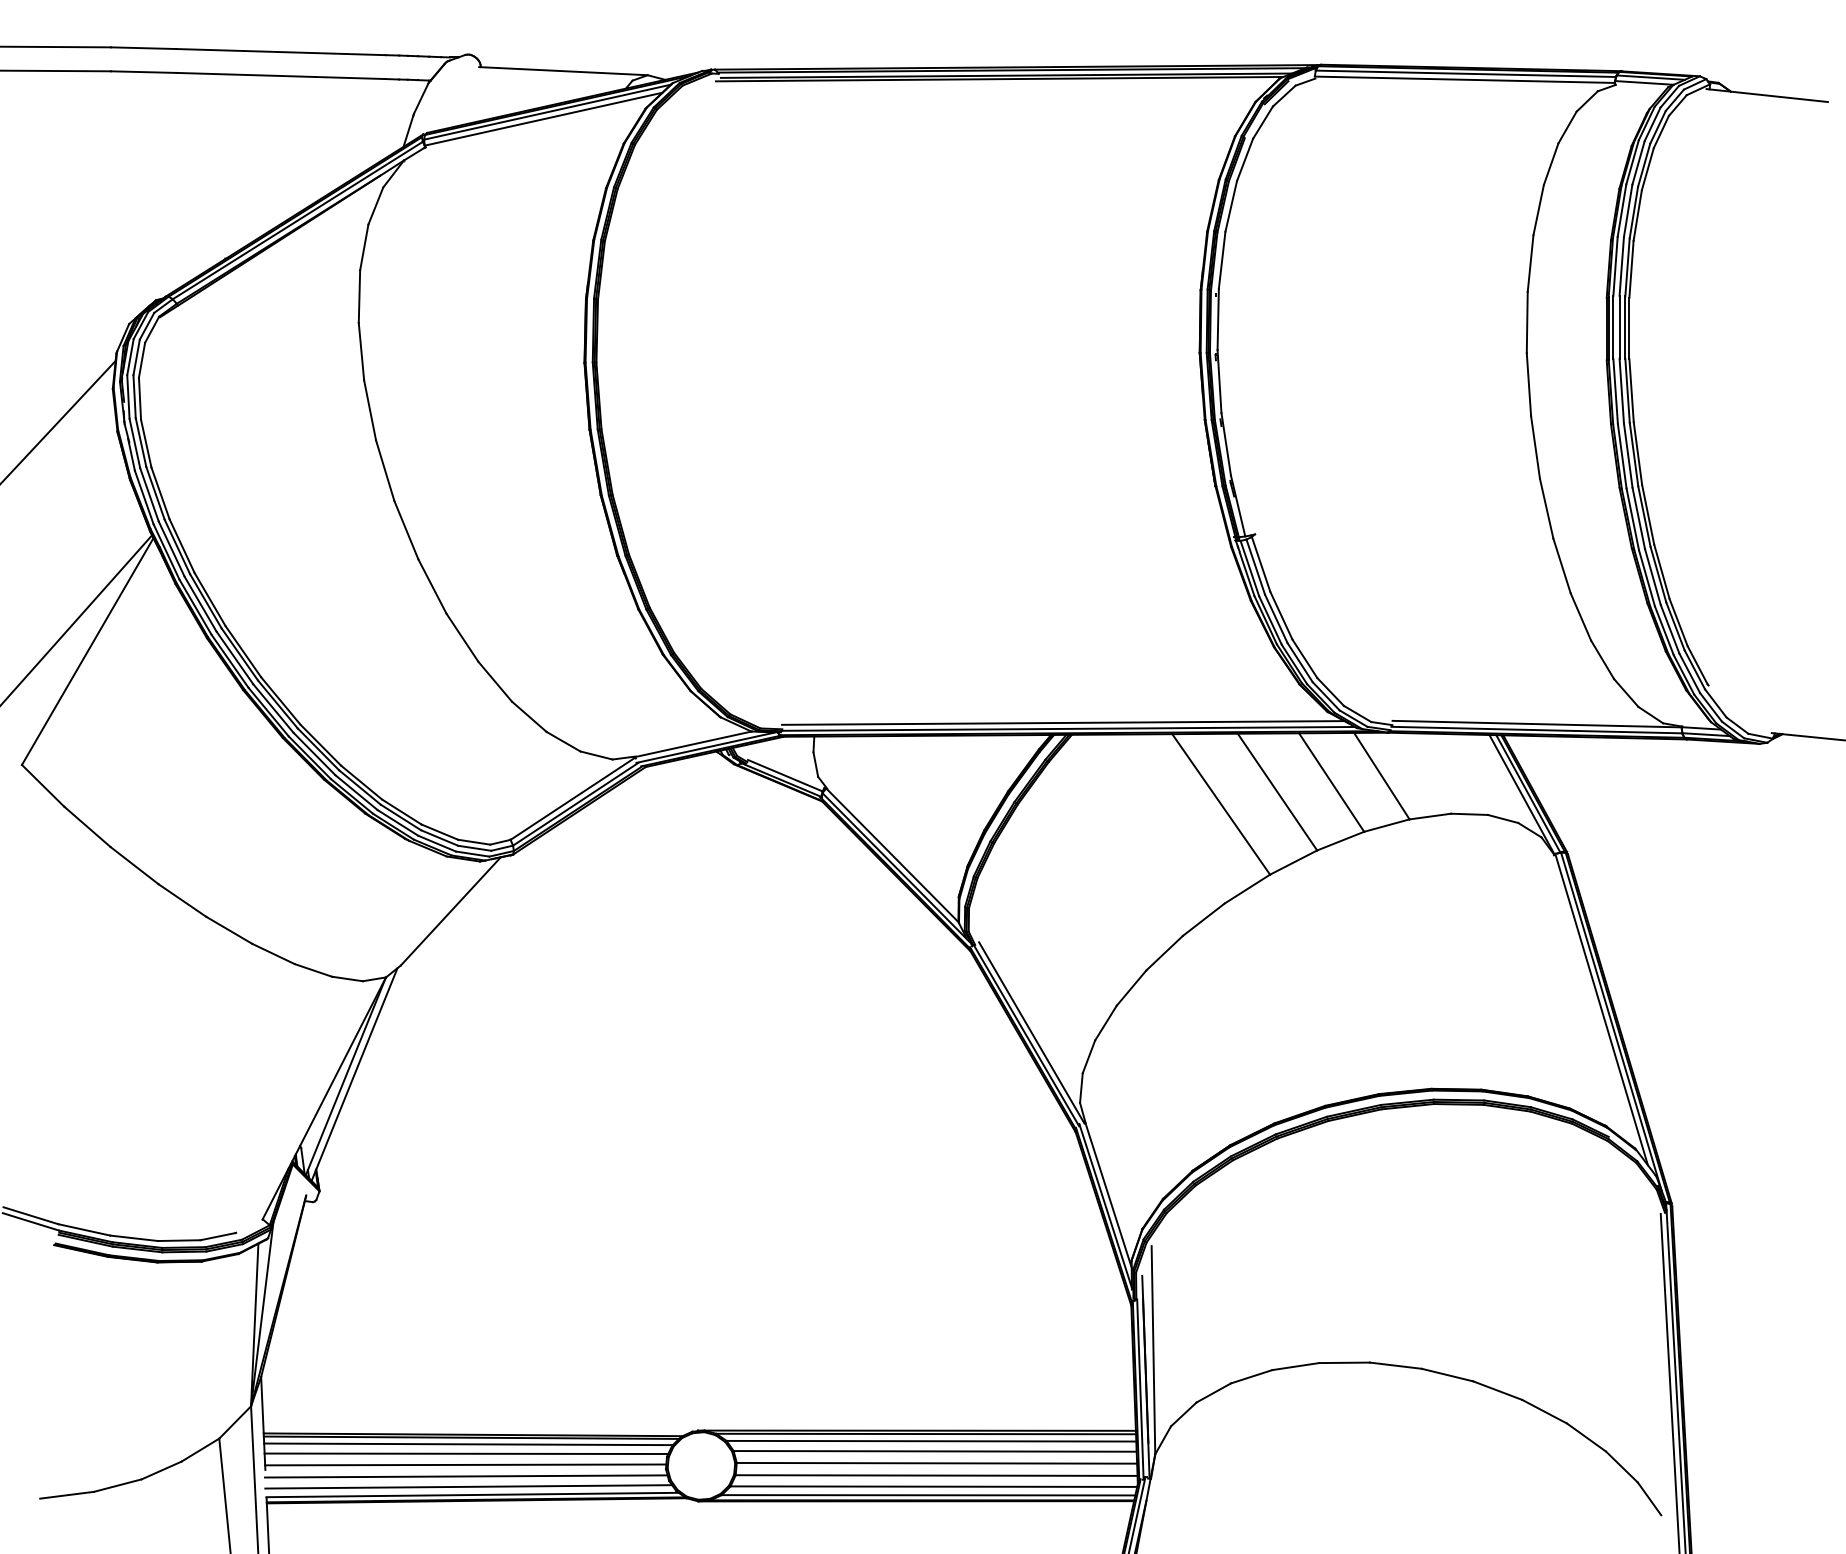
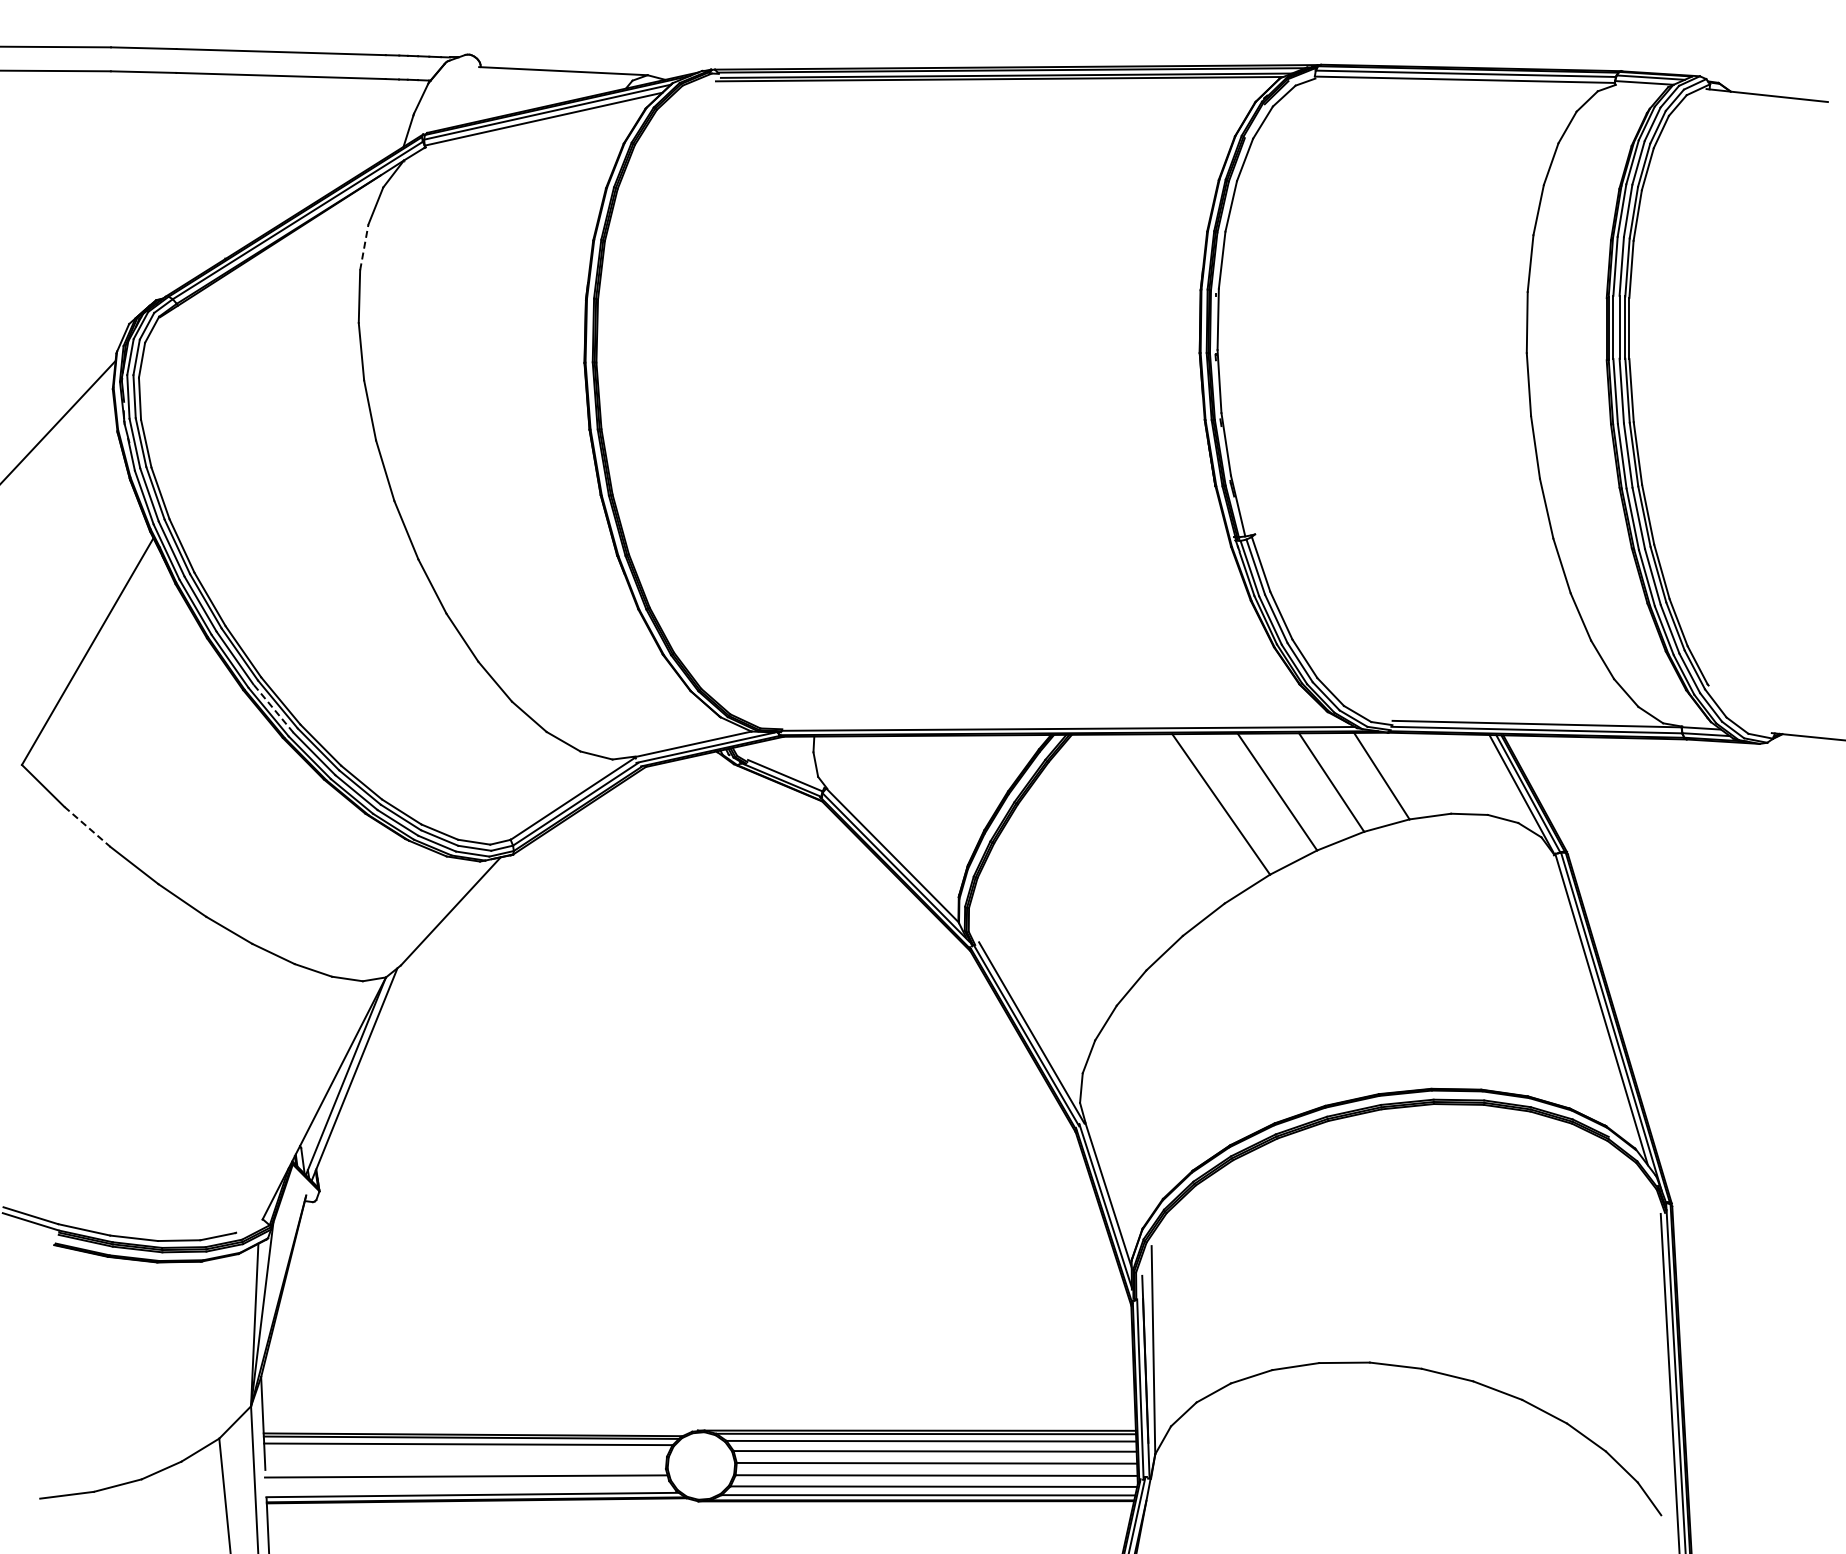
line at (364, 246): solid -> dashed
line at (77, 619): present -> none
line at (273, 708): solid -> dashed
line at (1063, 722): present -> none
line at (87, 826): solid -> dashed
line at (466, 1453): present -> none
line at (465, 1464): present -> none
line at (468, 1486): present -> none
